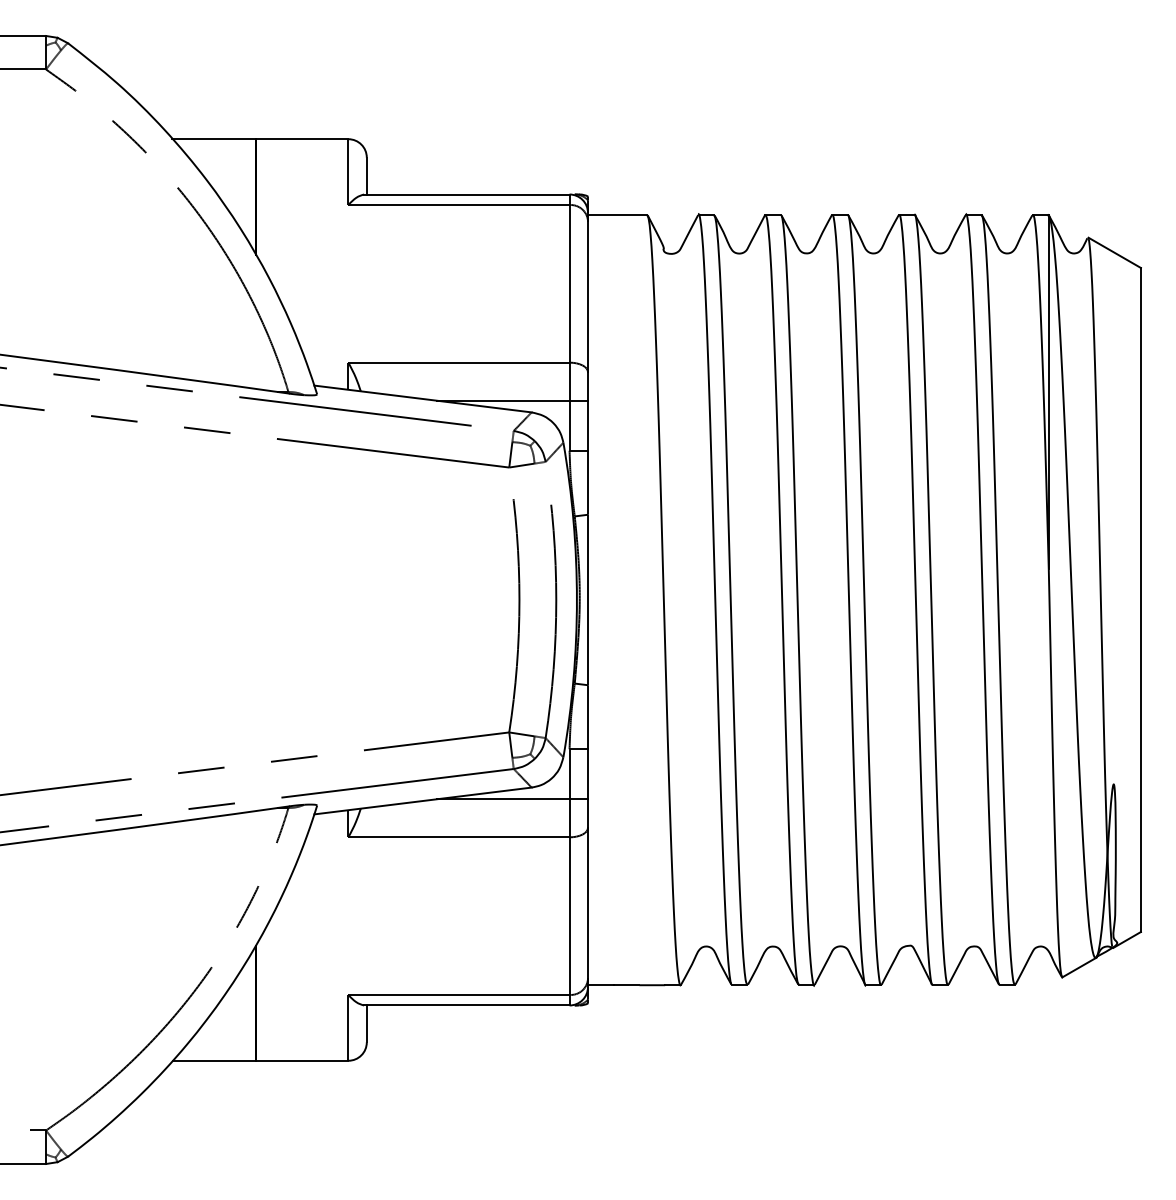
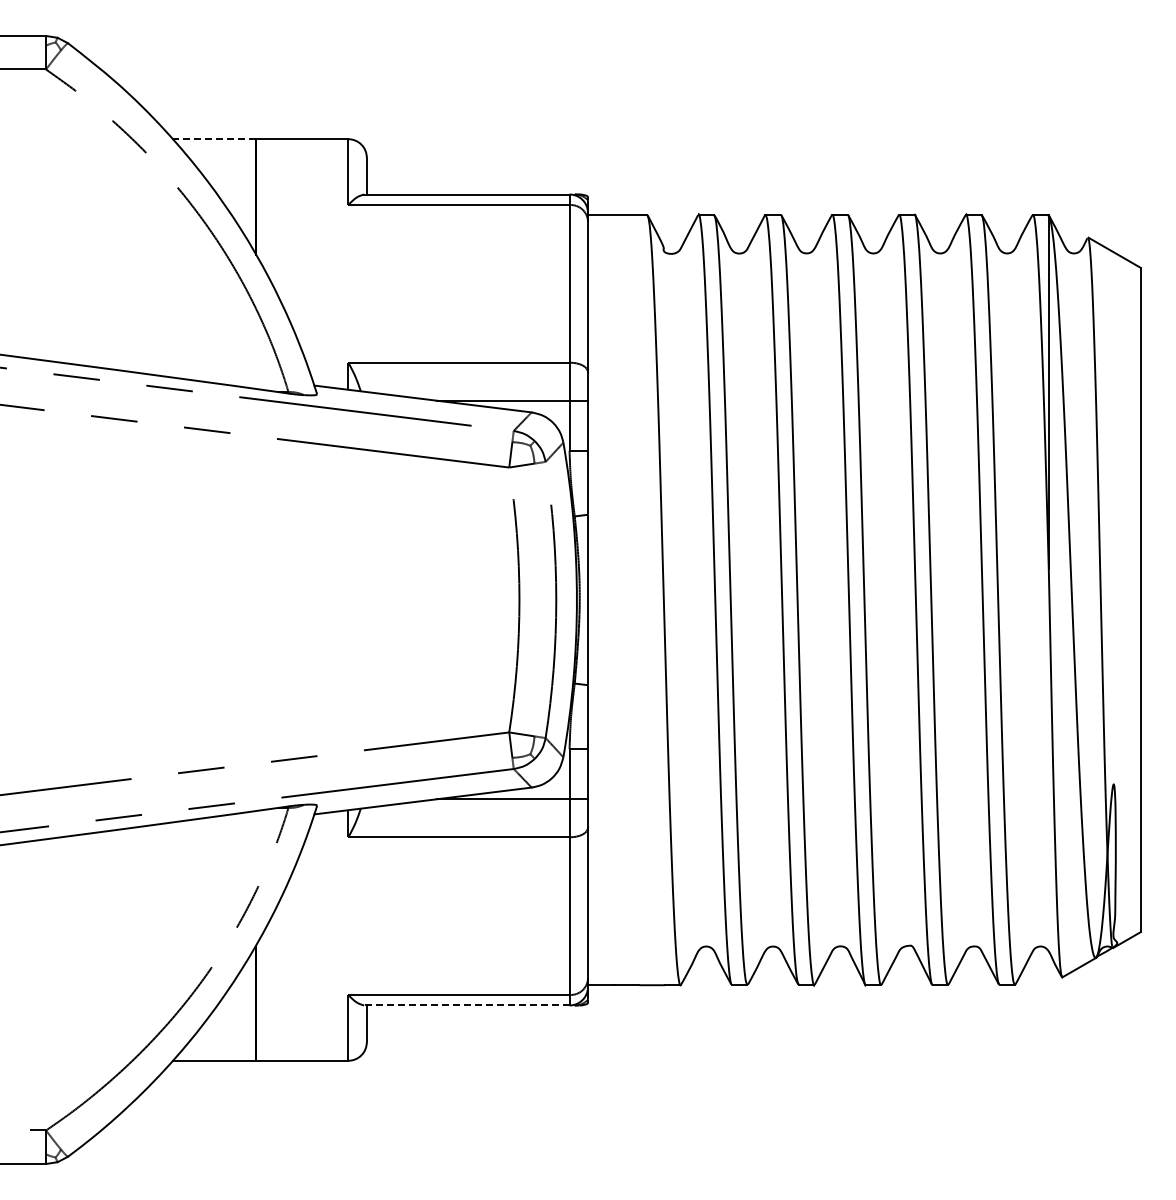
line at (214, 139): solid -> dashed
line at (466, 1005): solid -> dashed
